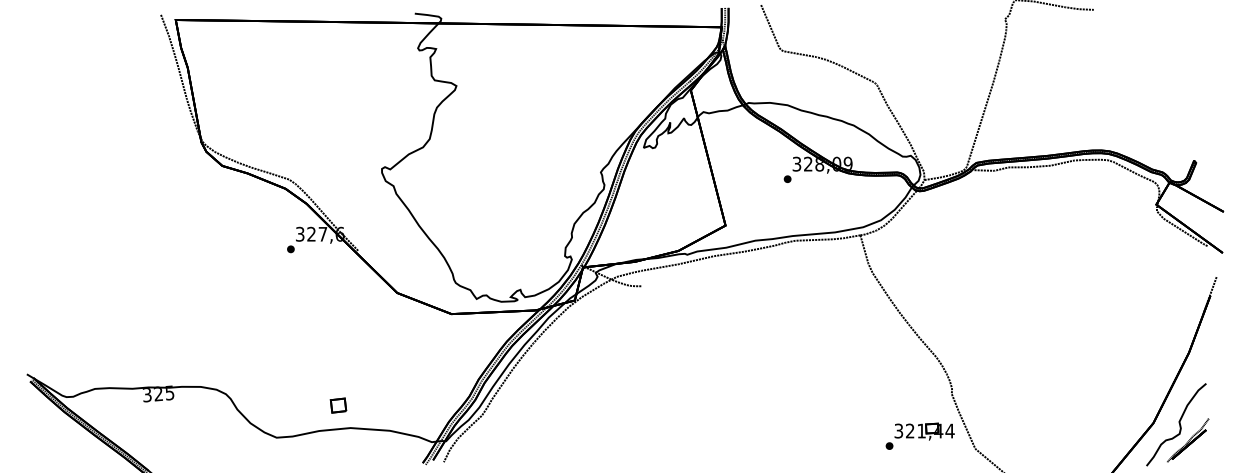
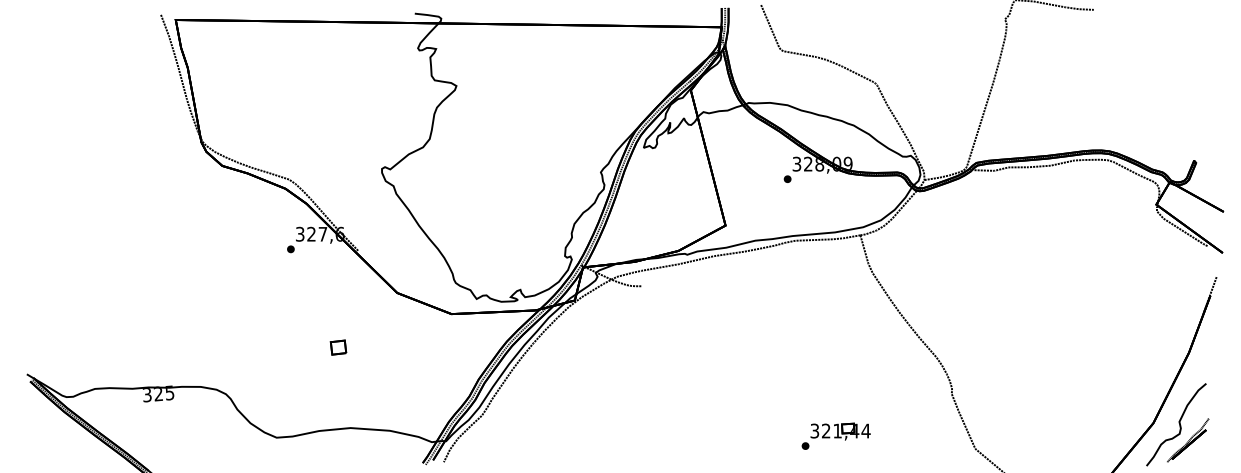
part at (338, 405) position: (338, 405) -> (338, 347)
part at (919, 435) position: (919, 435) -> (835, 435)
